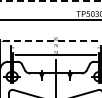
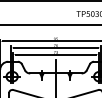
line at (50, 1): dashed -> solid
line at (50, 19) position: (50, 19) -> (50, 24)
line at (52, 41): dashed -> solid
line at (55, 47): none -> present
